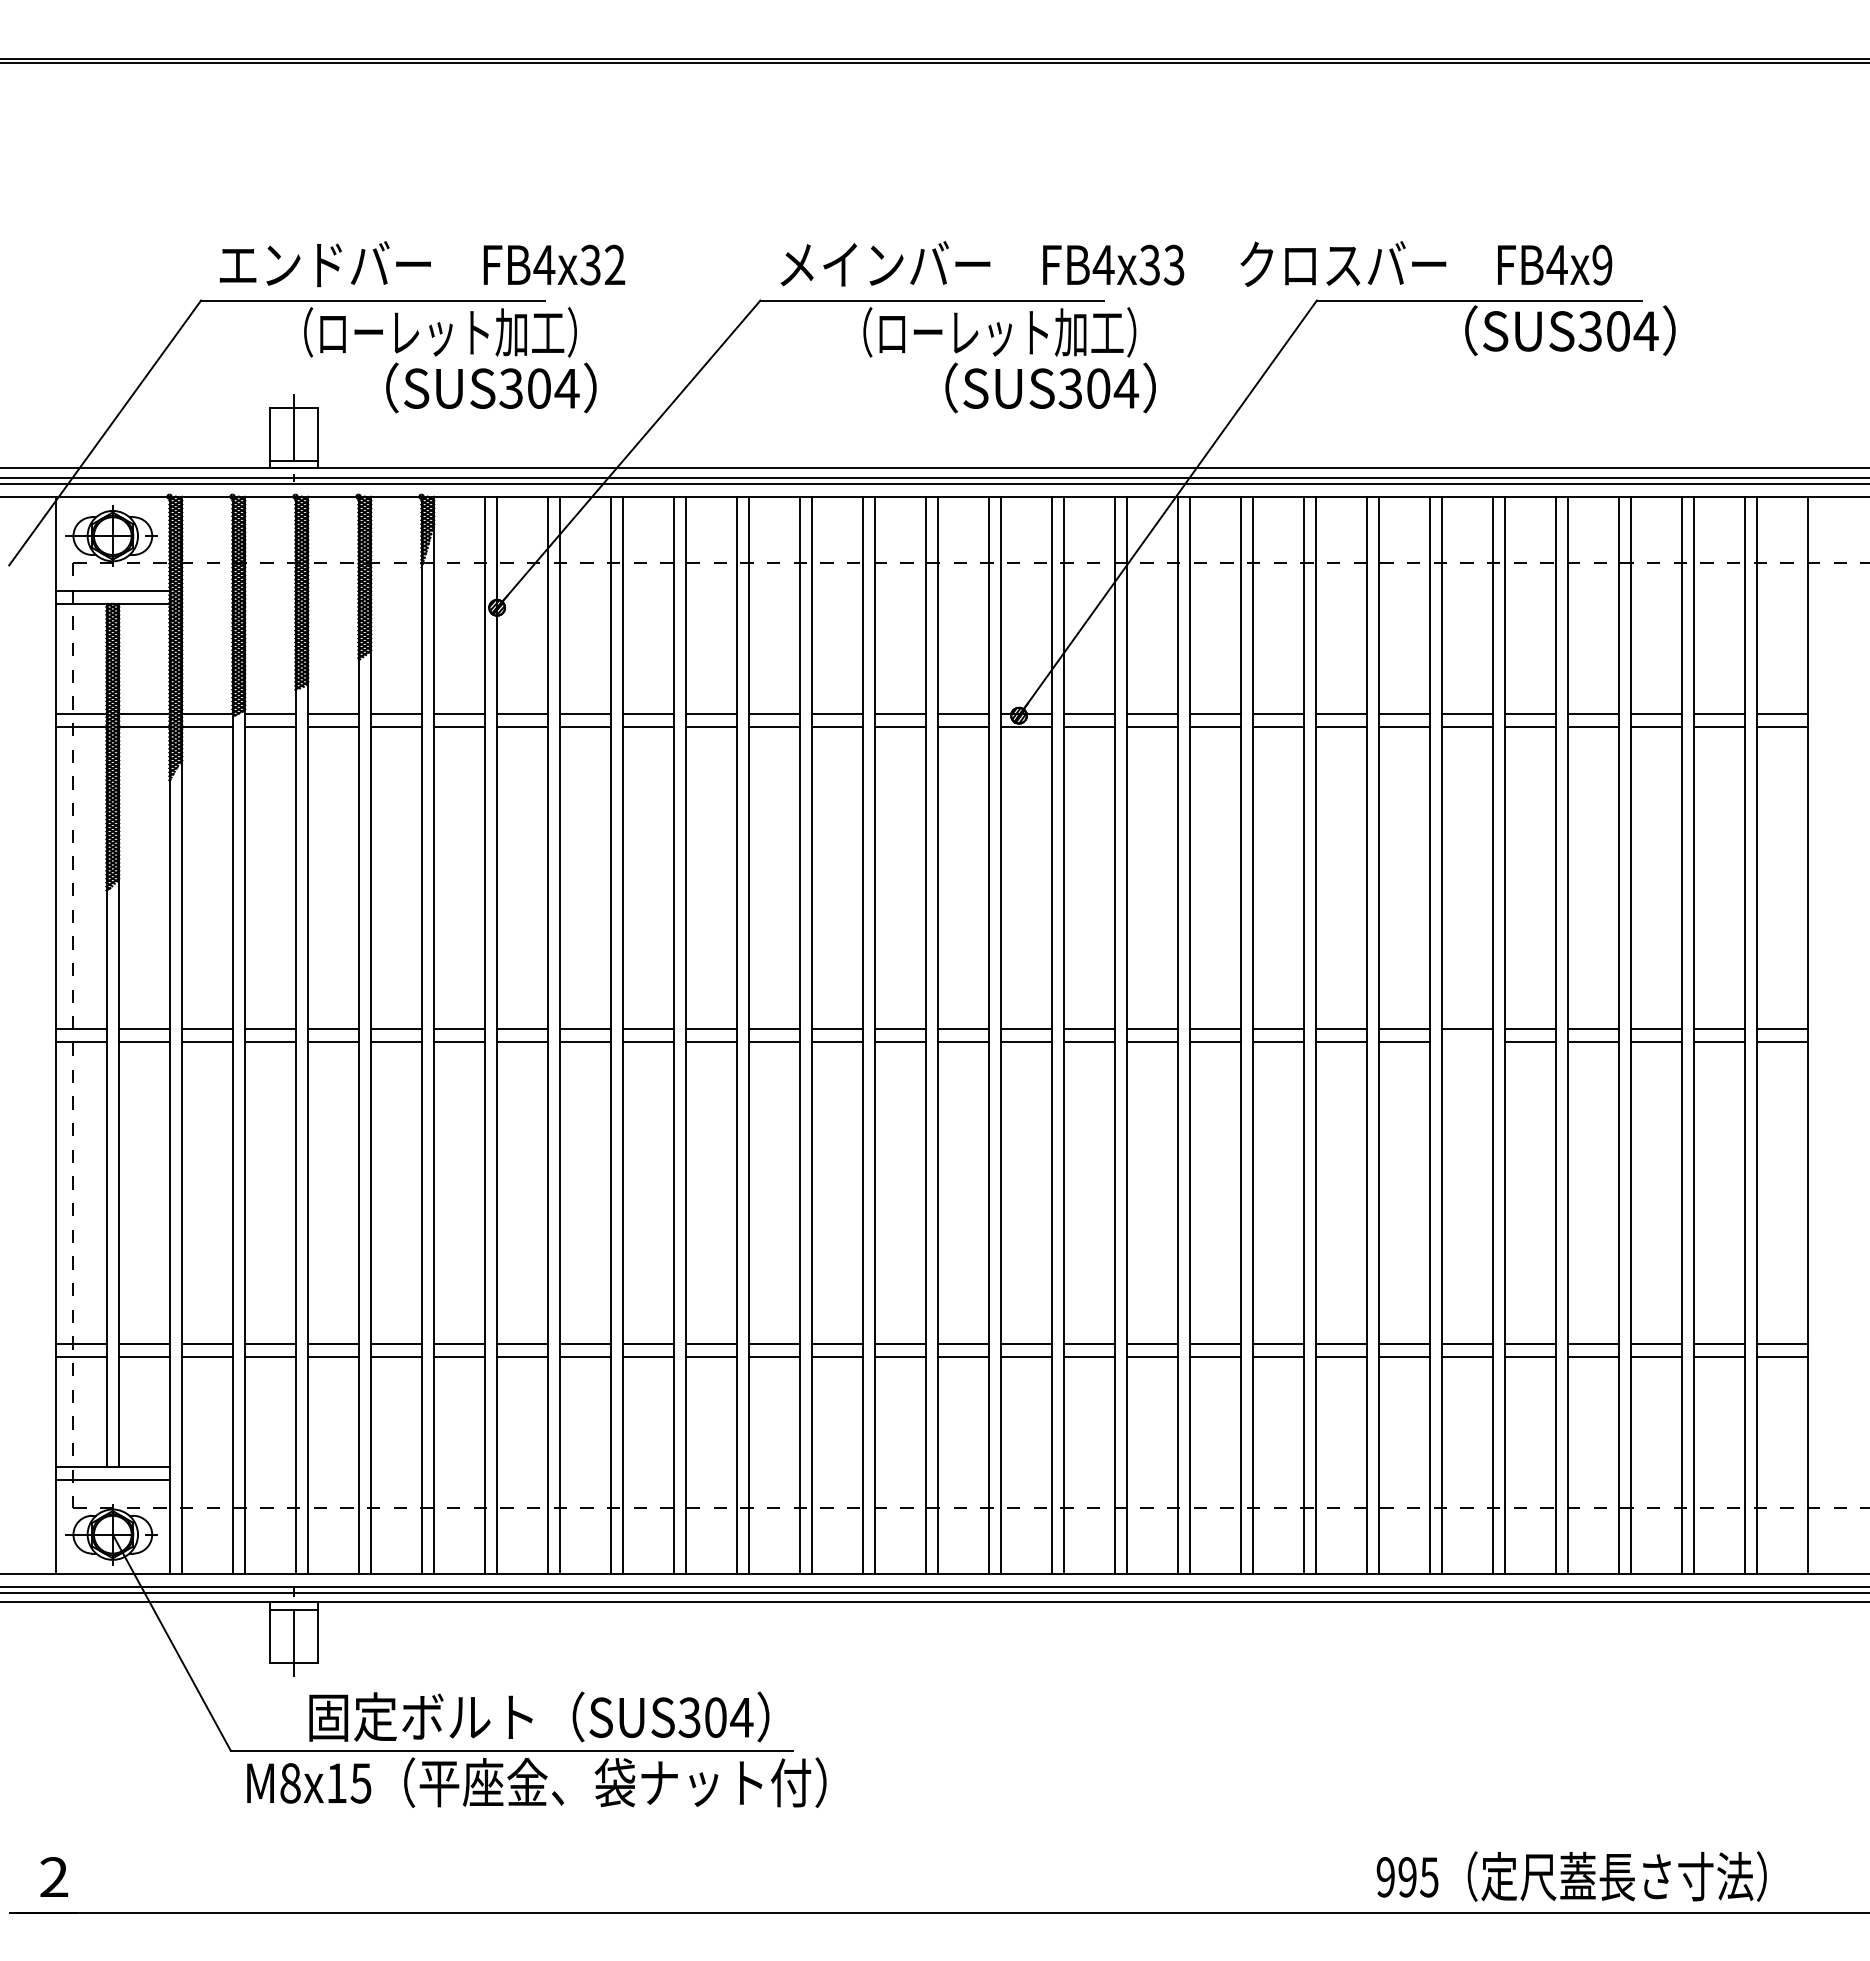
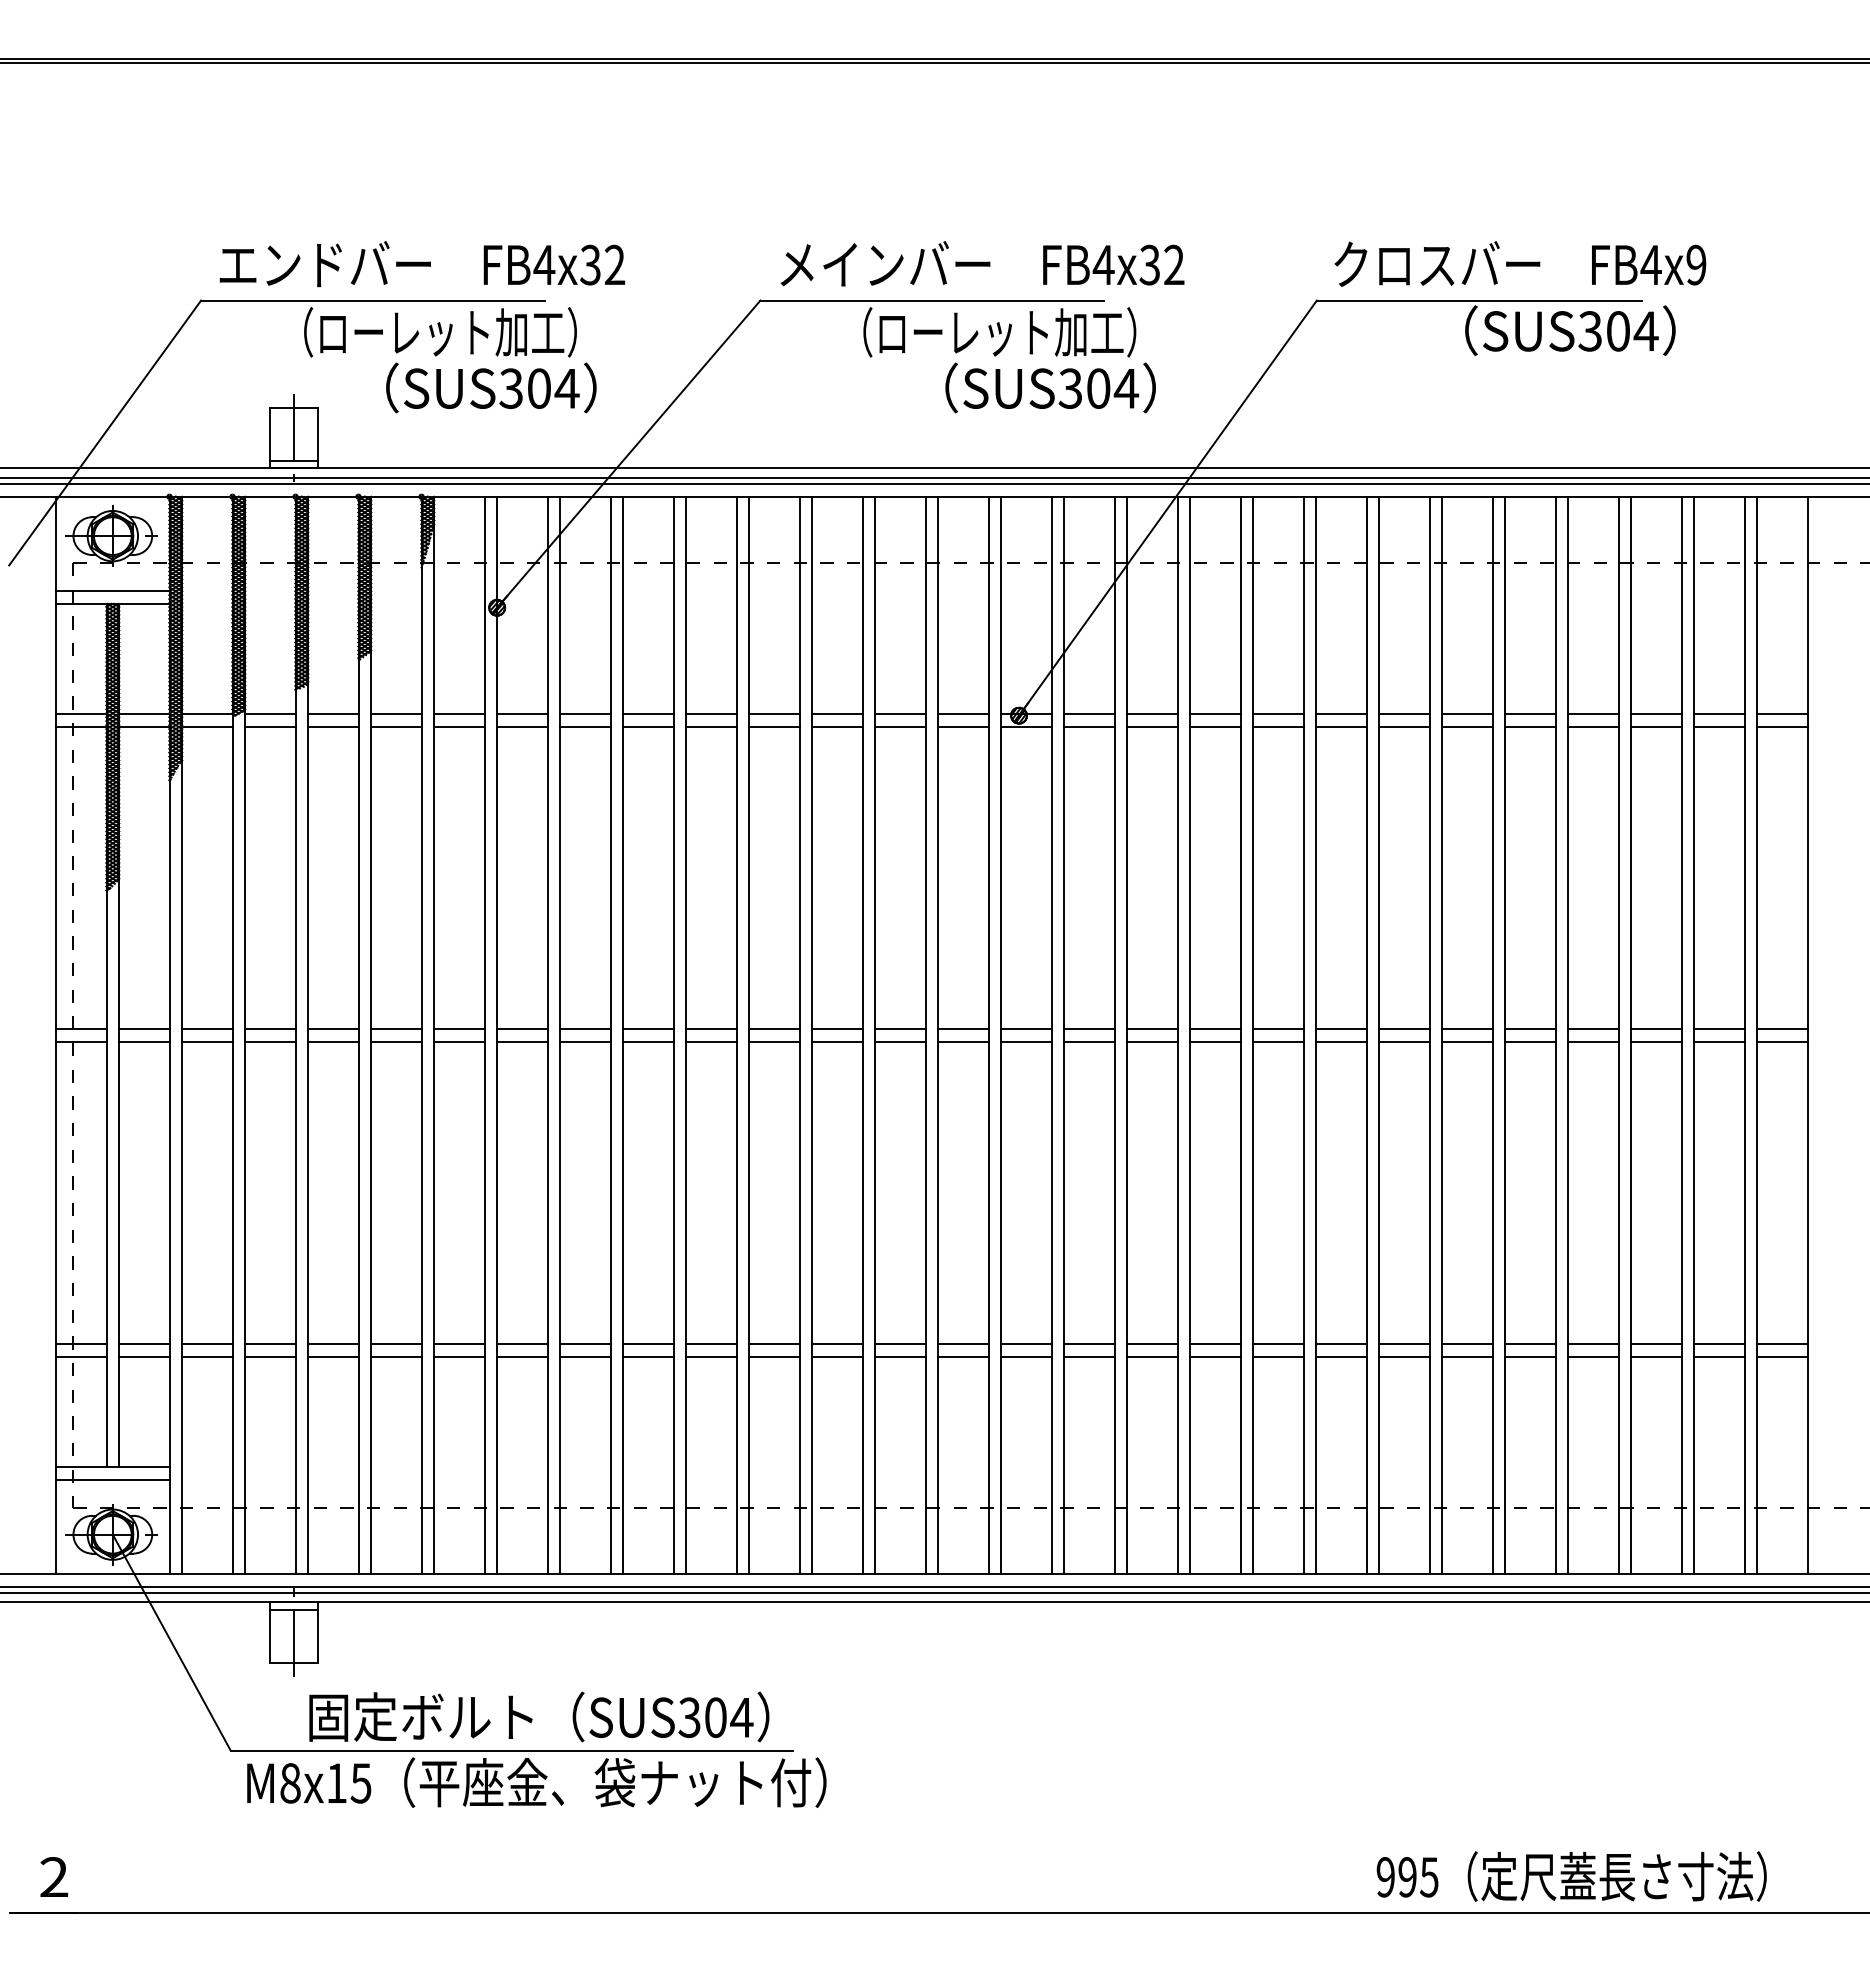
text at (1426, 263) position: (1426, 263) -> (1520, 263)
text at (1173, 265): FB4x33 -> FB4x32
line at (1467, 1041): none -> present
